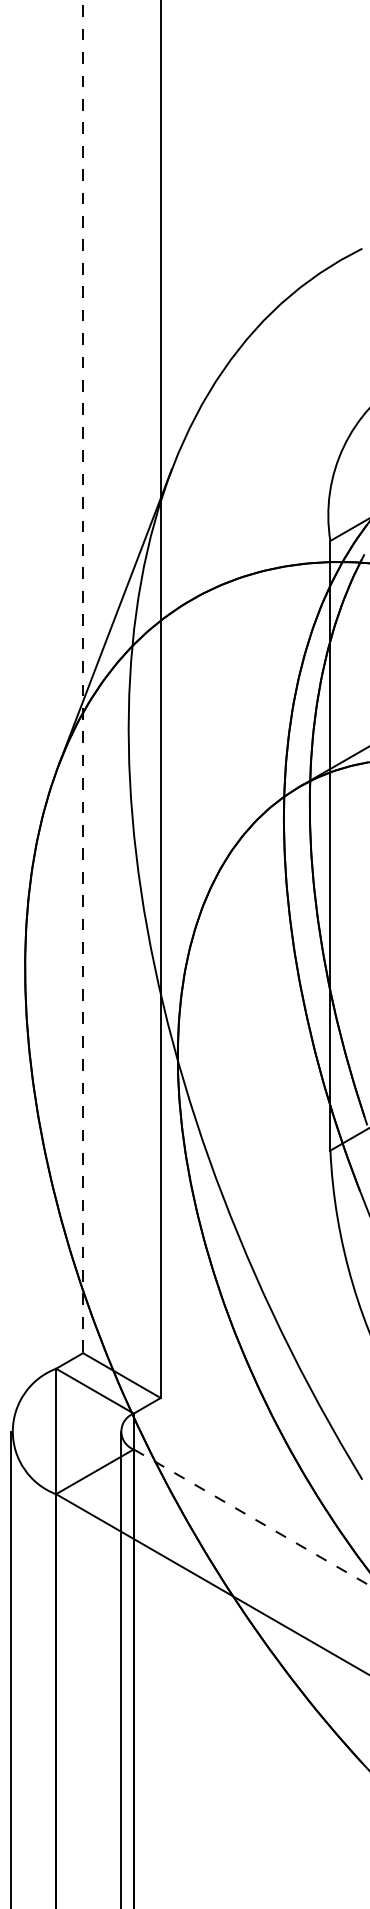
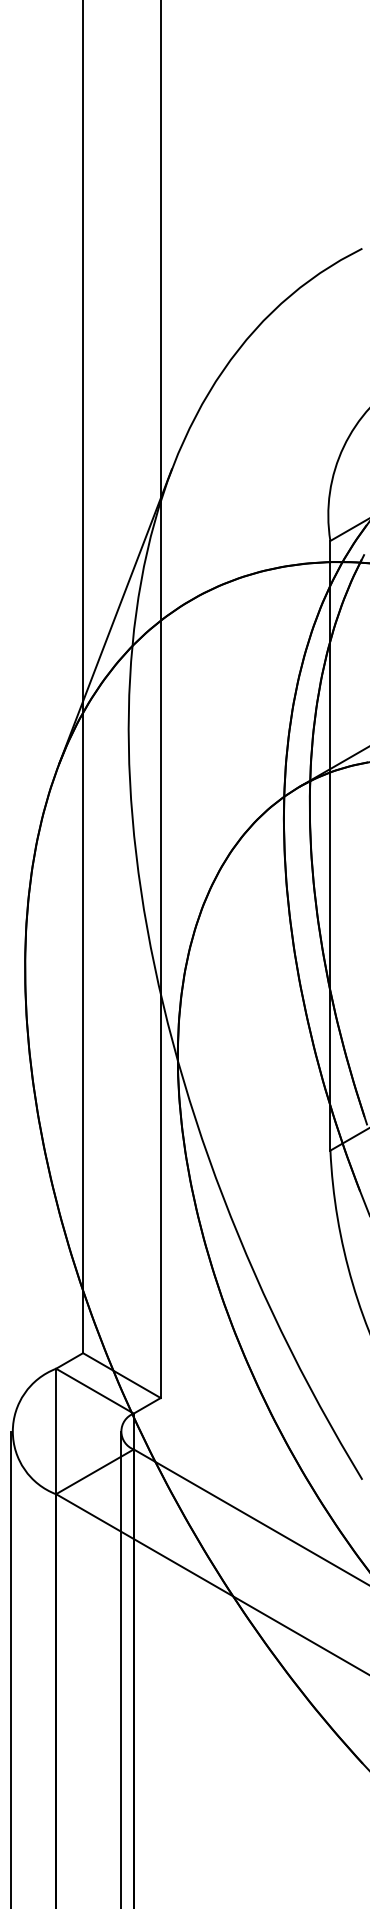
line at (83, 677): dashed -> solid
line at (251, 1517): dashed -> solid
